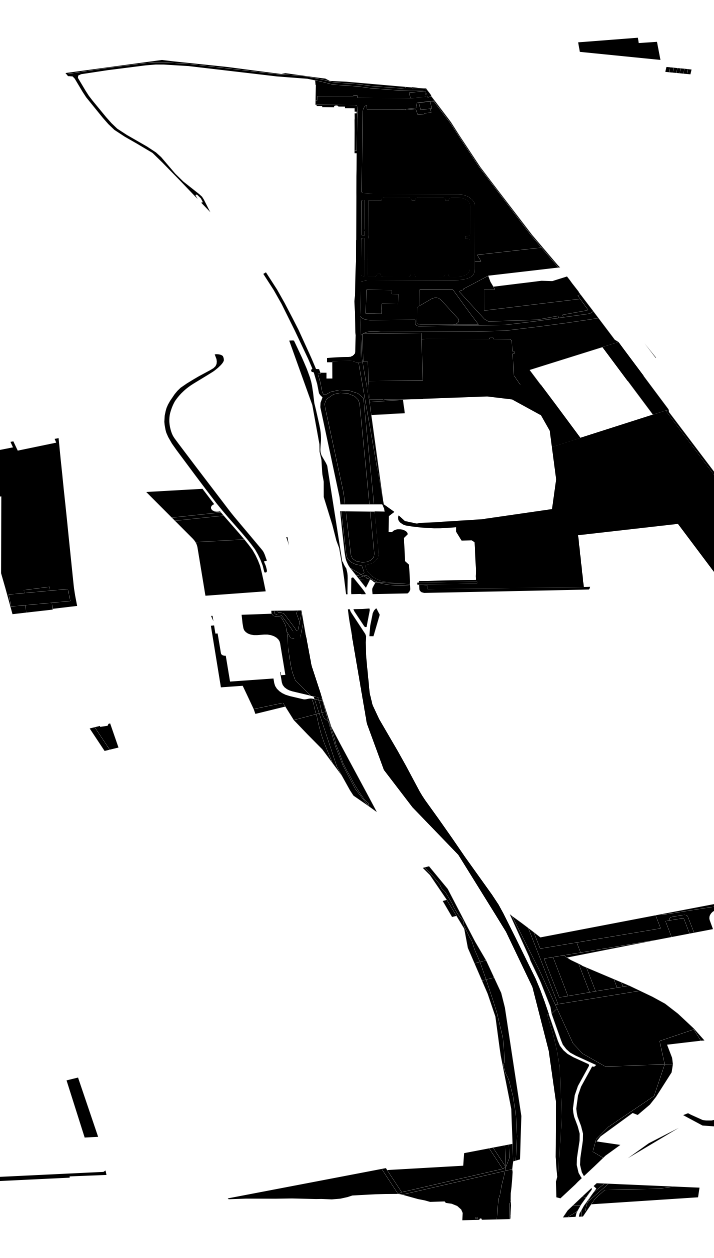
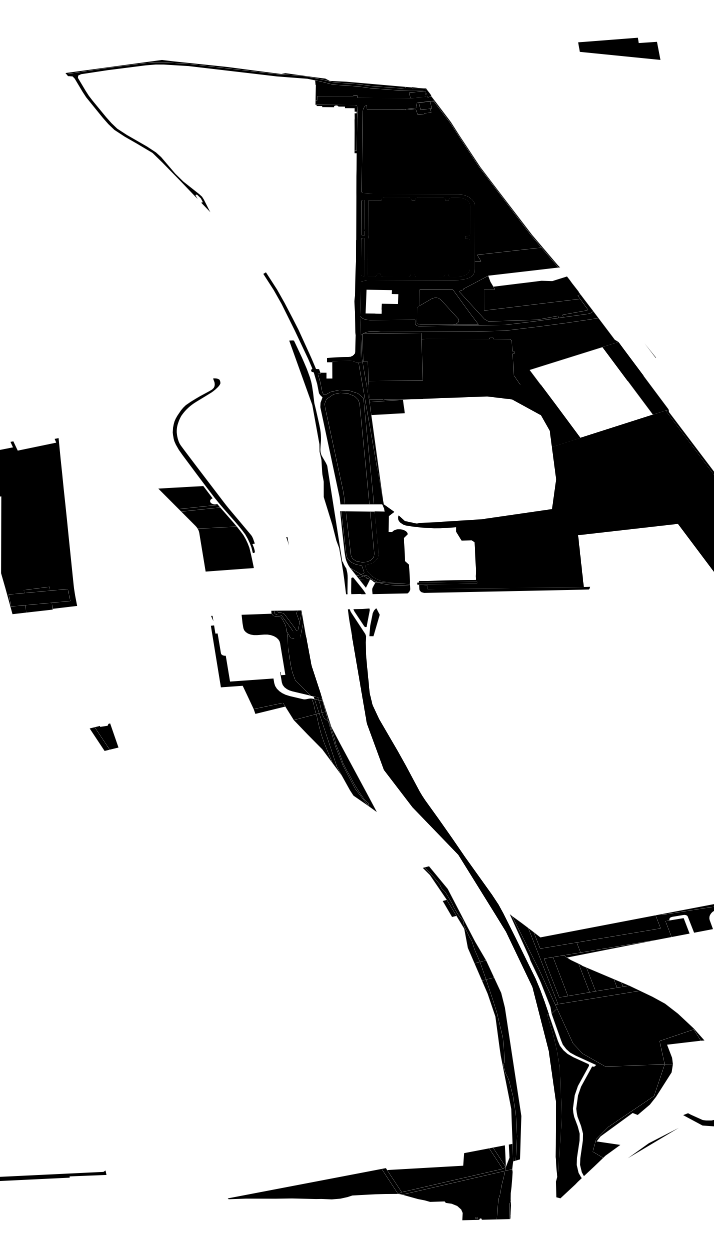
part at (678, 70): present -> none
fill at (381, 301): present -> none
part at (206, 474) size: 121x242 px -> 97x194 px
fill at (681, 923): present -> none
part at (81, 1107): present -> none
fill at (506, 1155): present -> none
part at (631, 1200): present -> none
